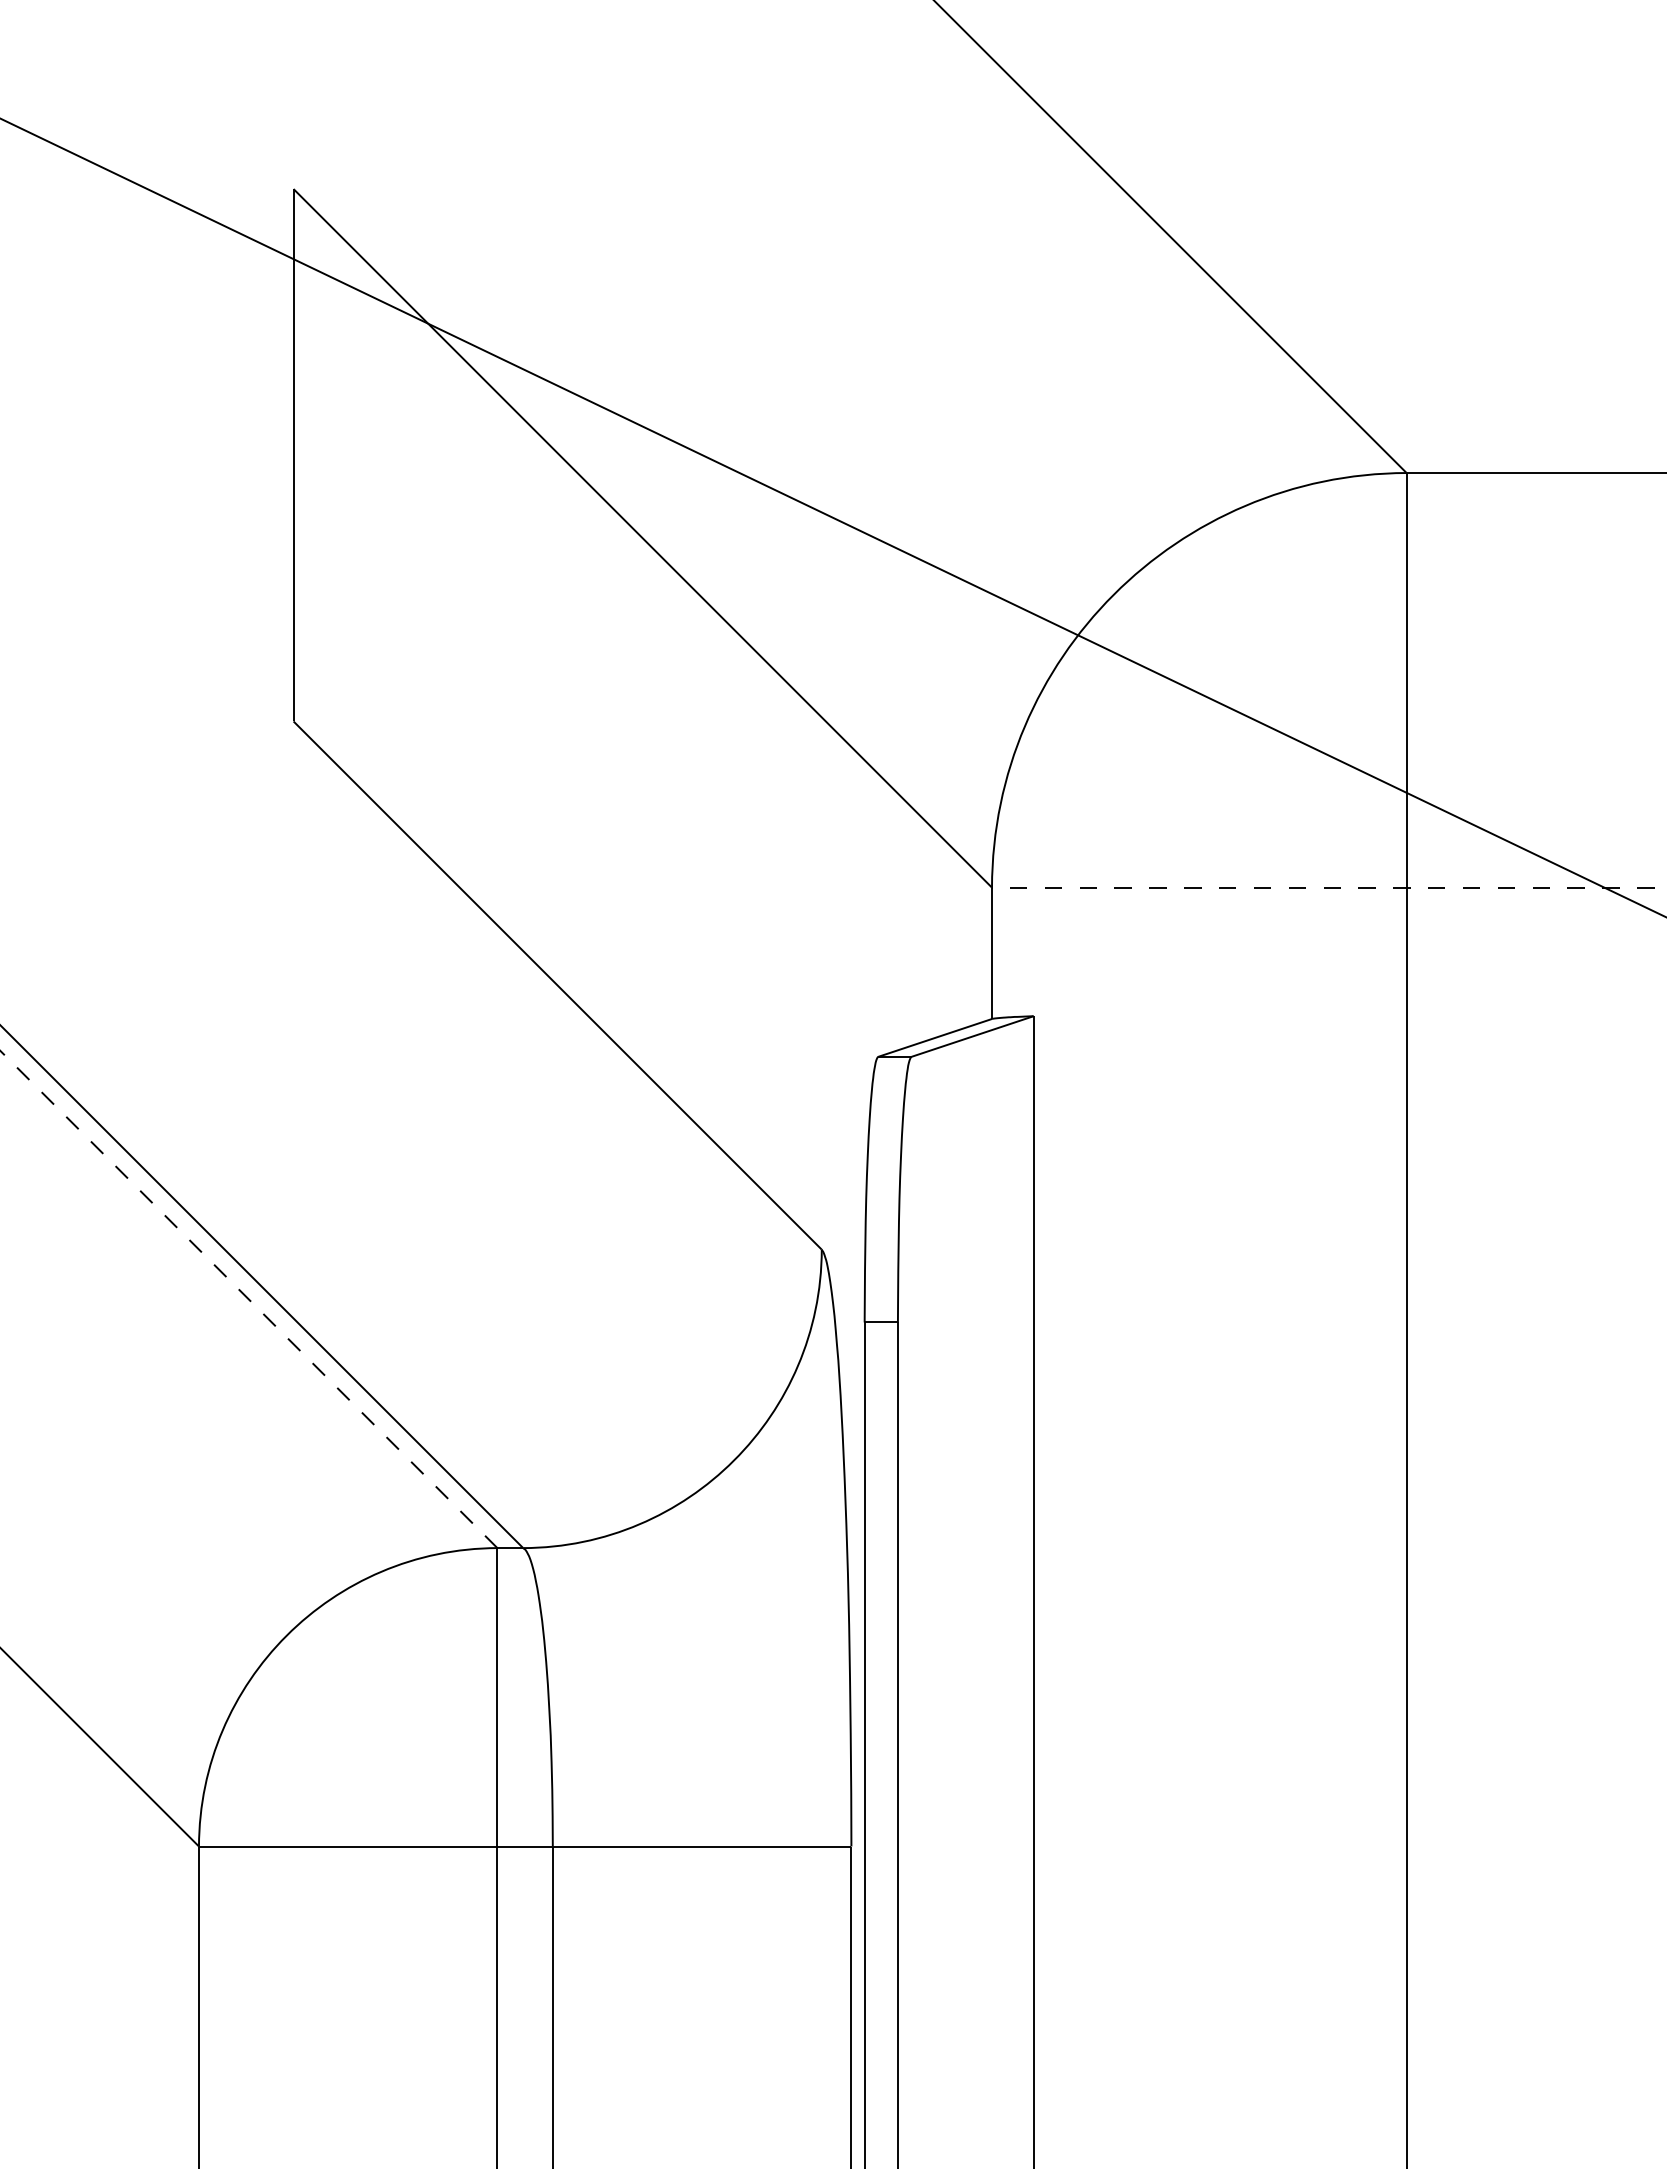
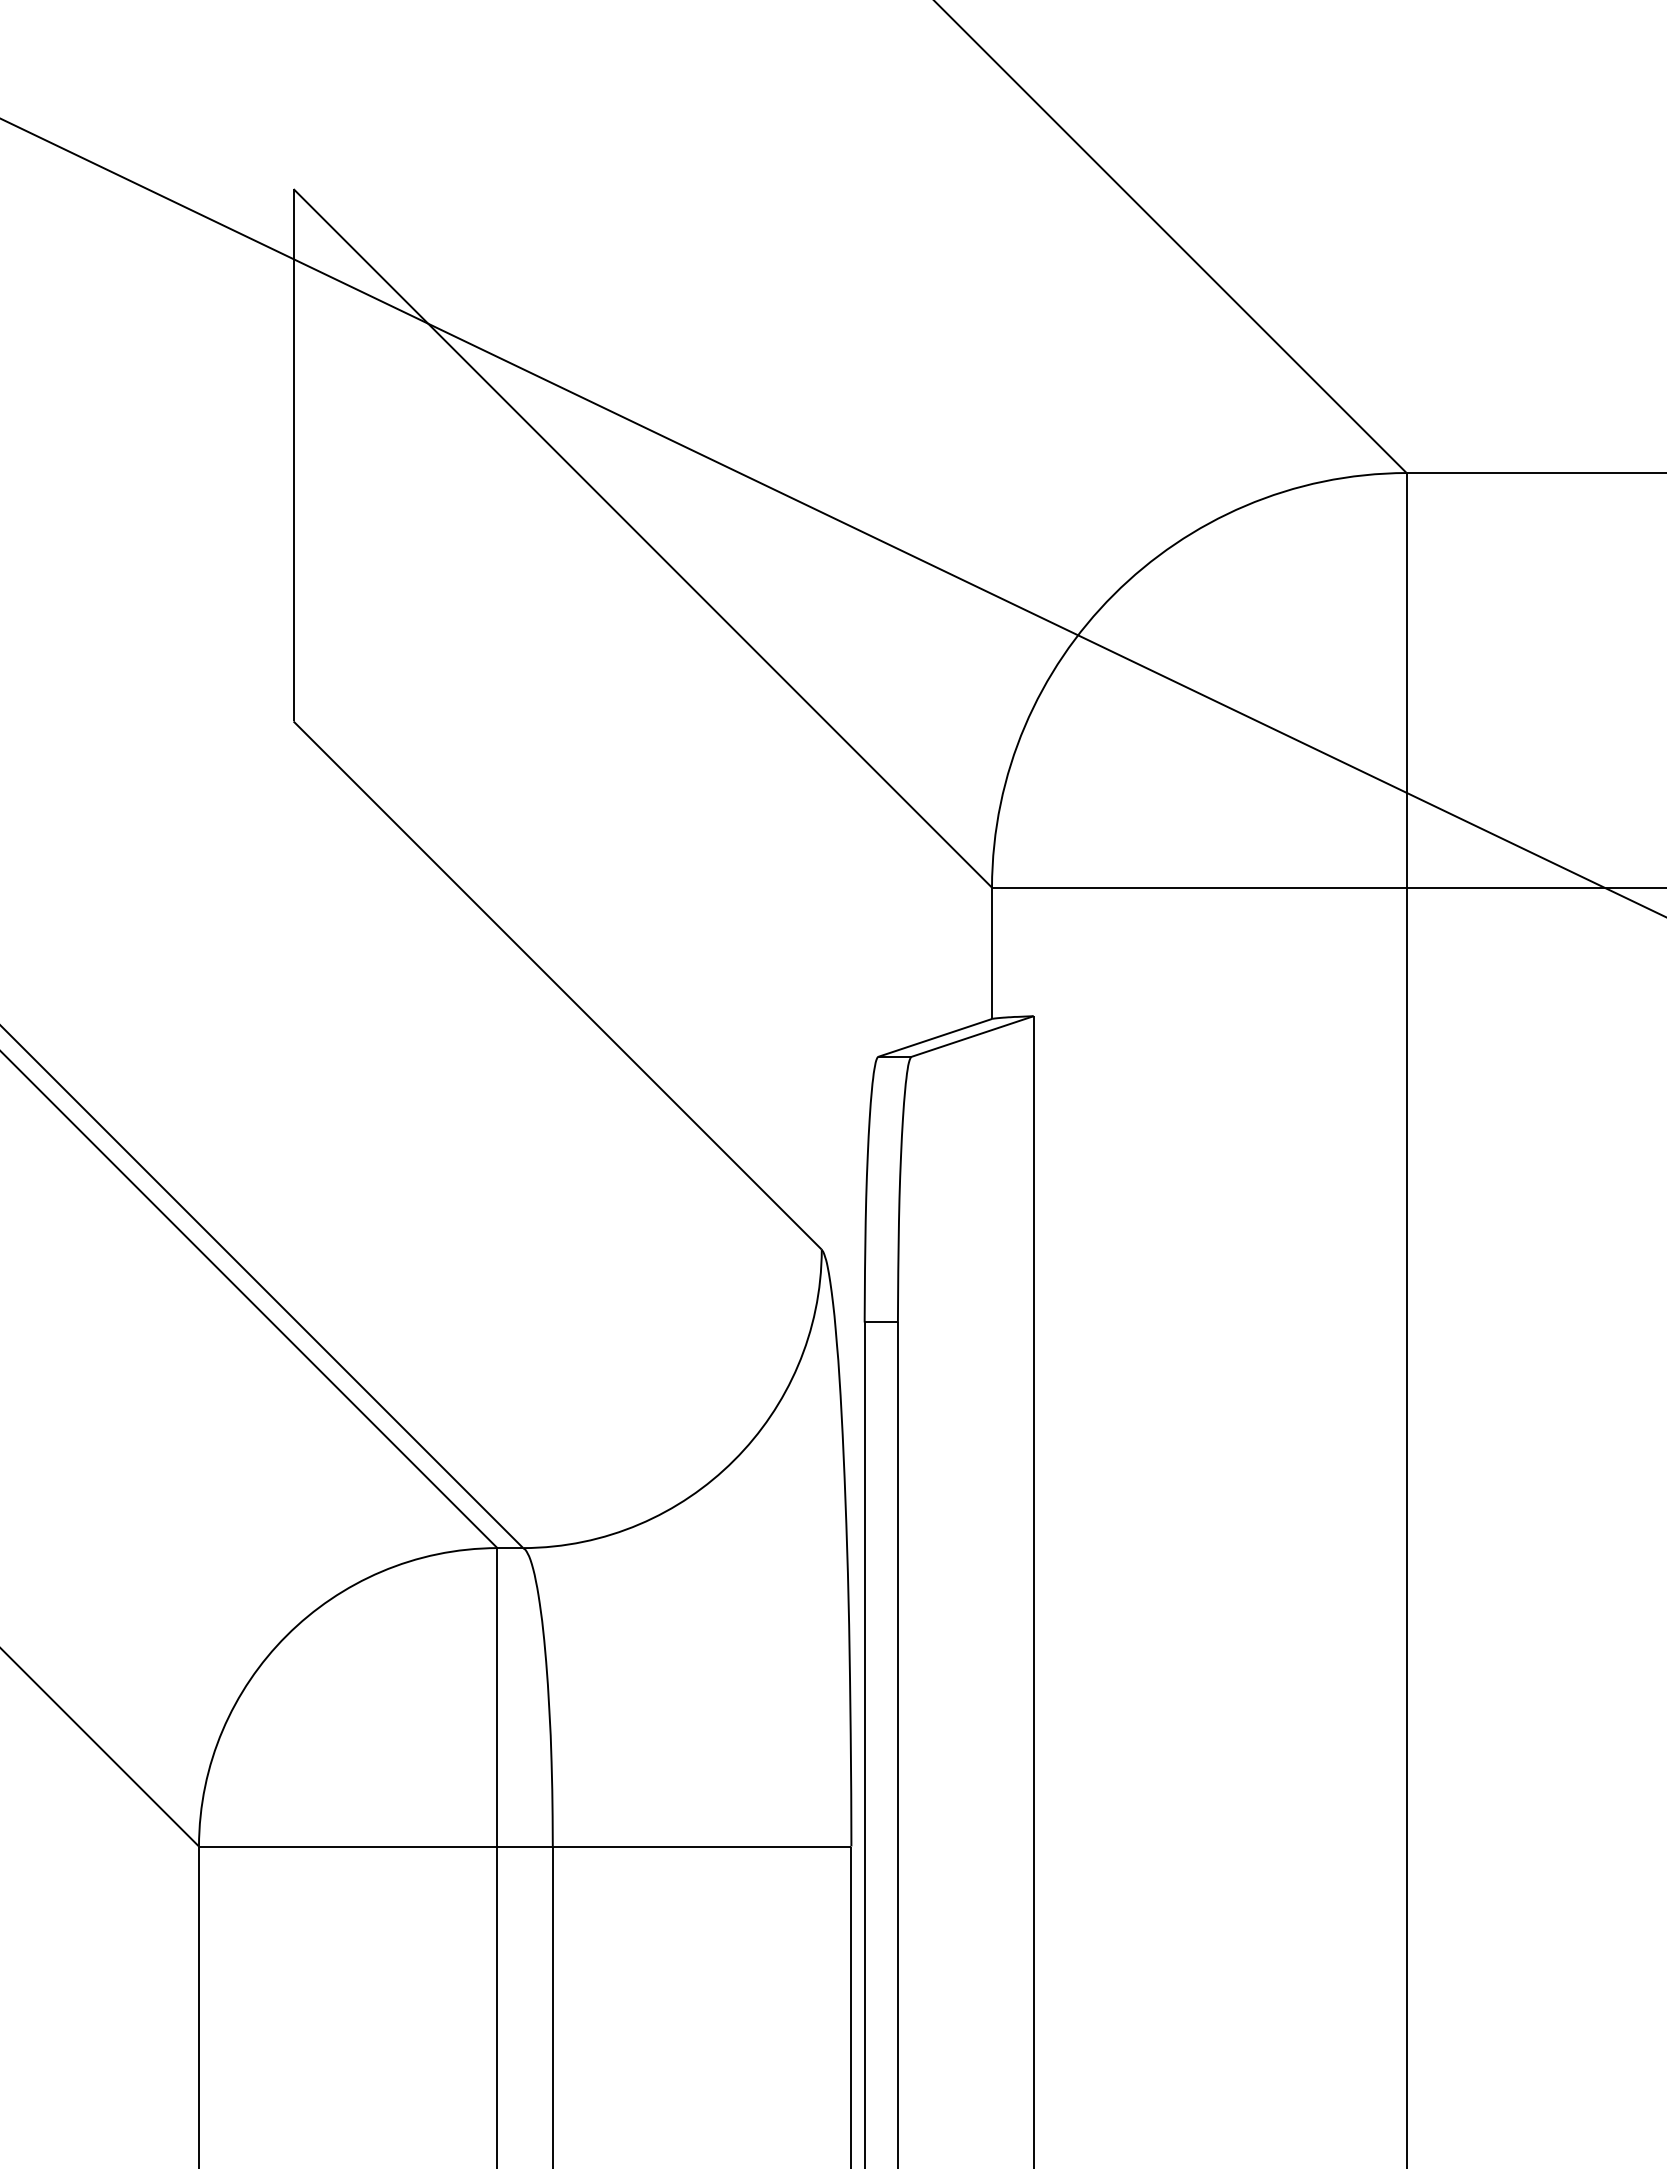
line at (1328, 887): dashed -> solid
line at (248, 1299): dashed -> solid
